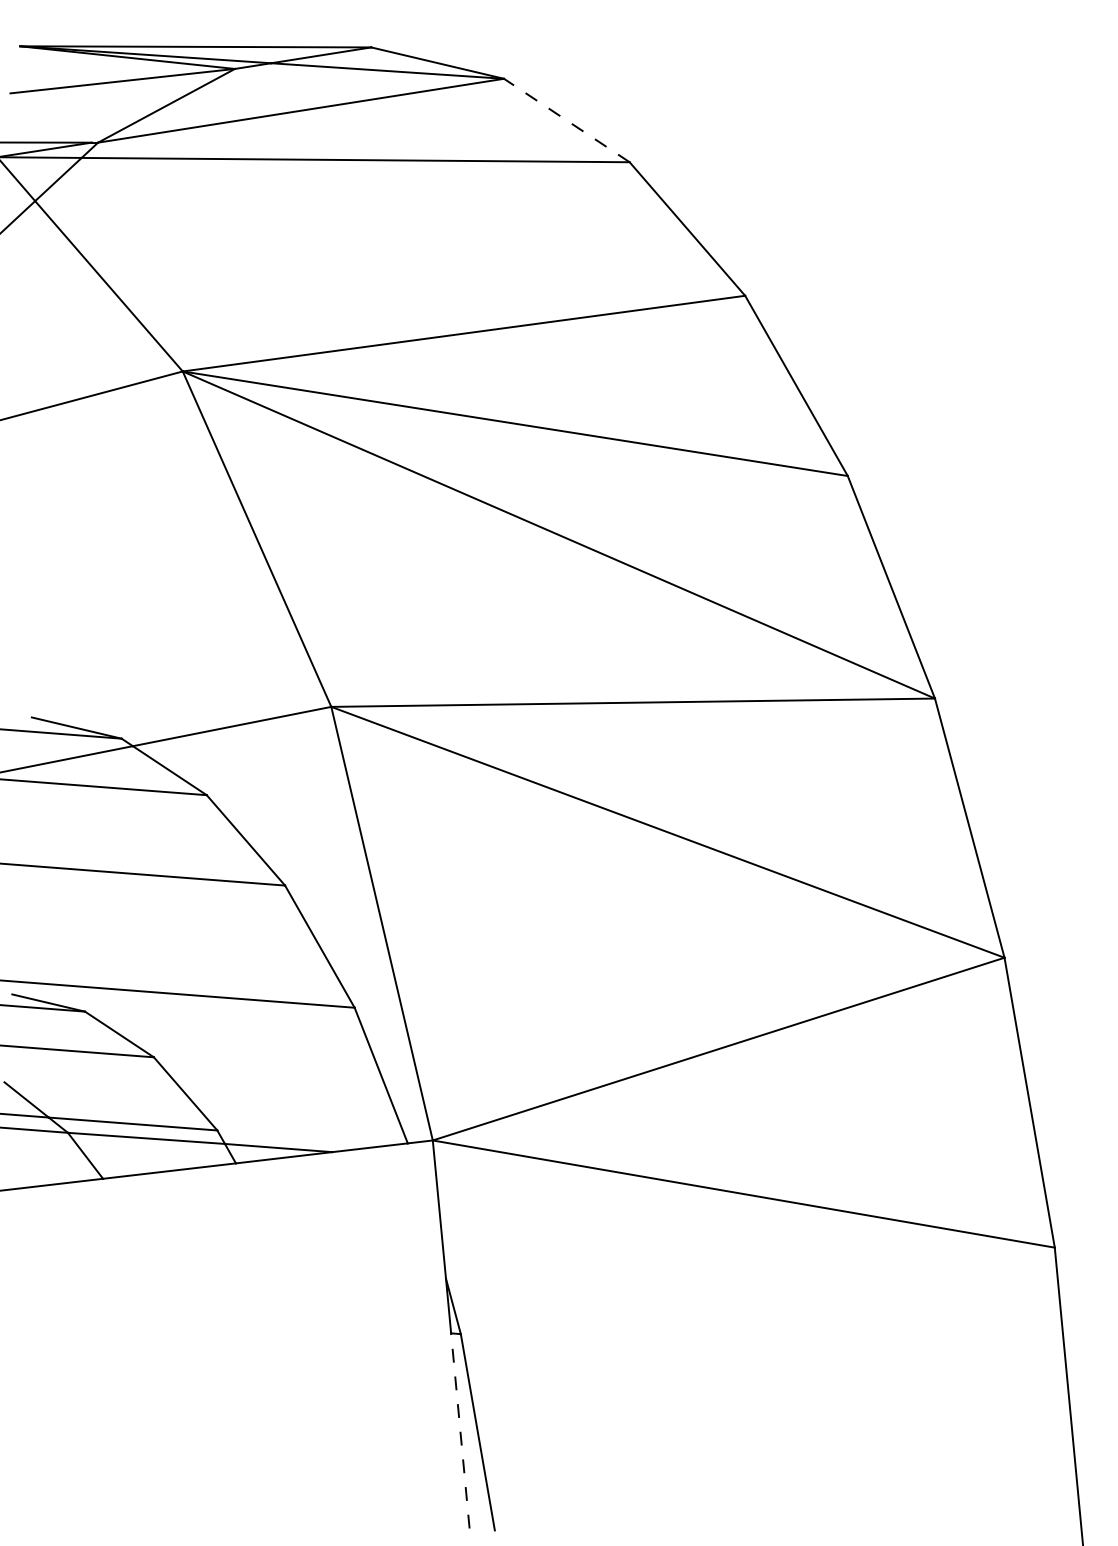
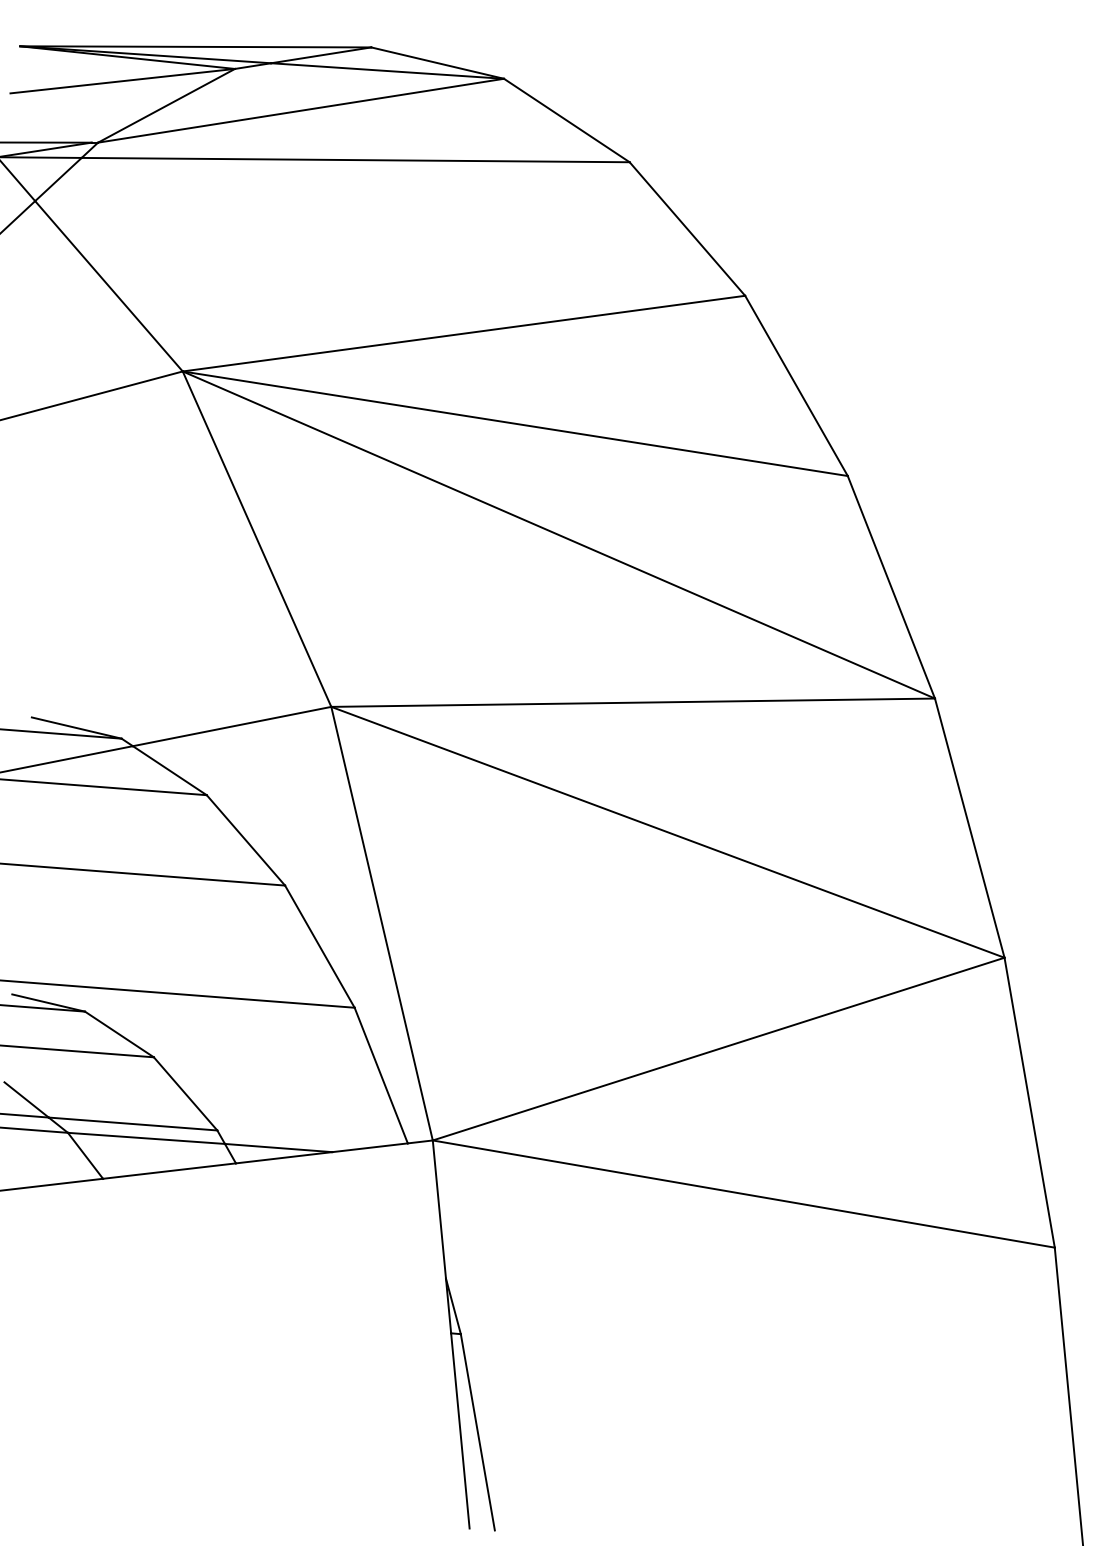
line at (566, 120): dashed -> solid
line at (460, 1430): dashed -> solid
